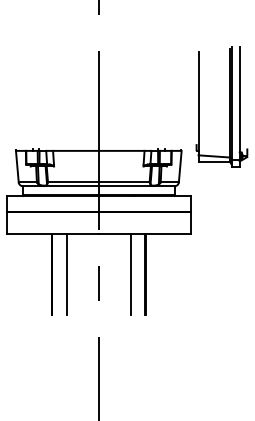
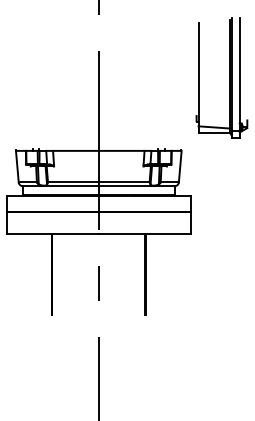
part at (229, 106) position: (229, 106) -> (229, 77)
line at (66, 273): present -> none
line at (130, 273): present -> none
